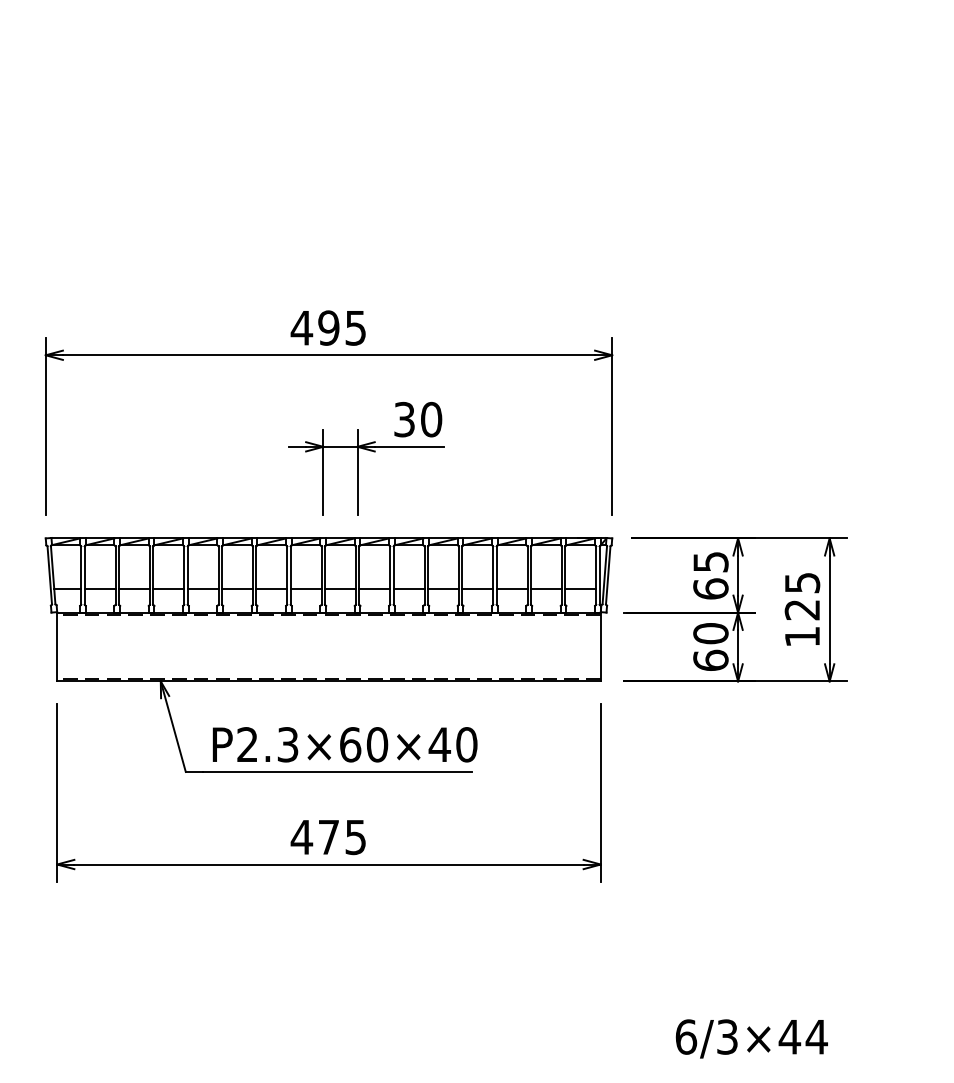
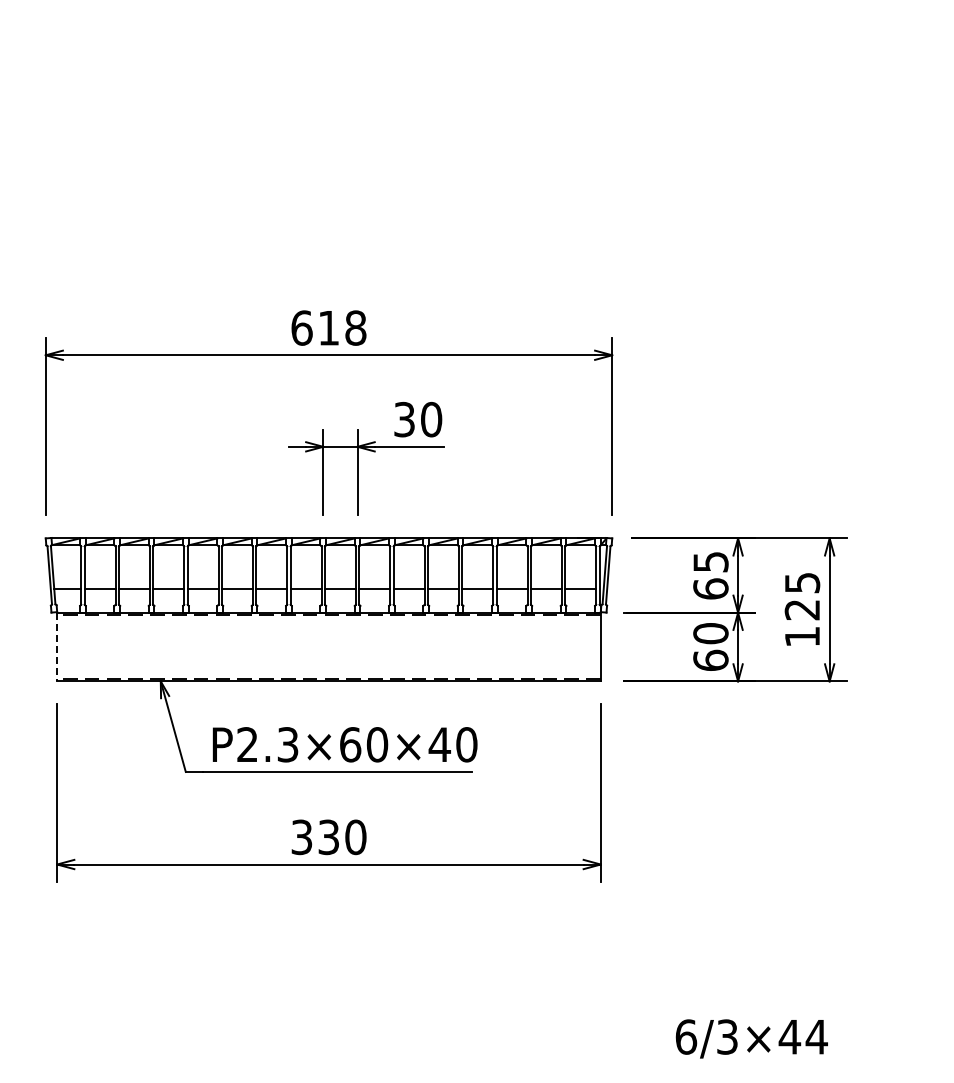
text at (328, 327): 495 -> 618
line at (57, 647): solid -> dashed
text at (328, 837): 475 -> 330
